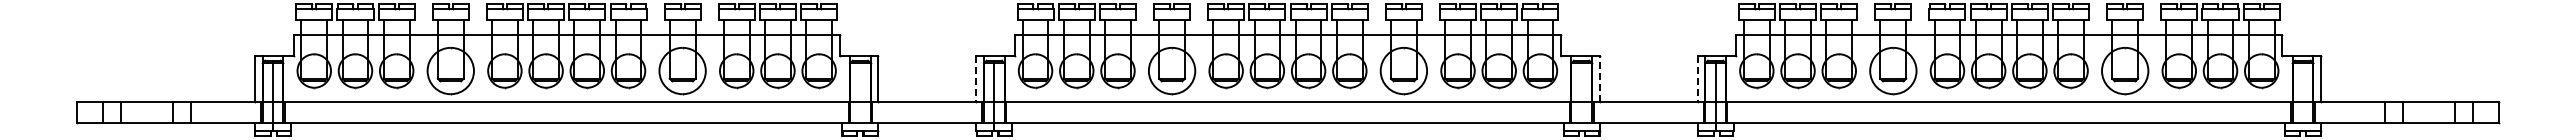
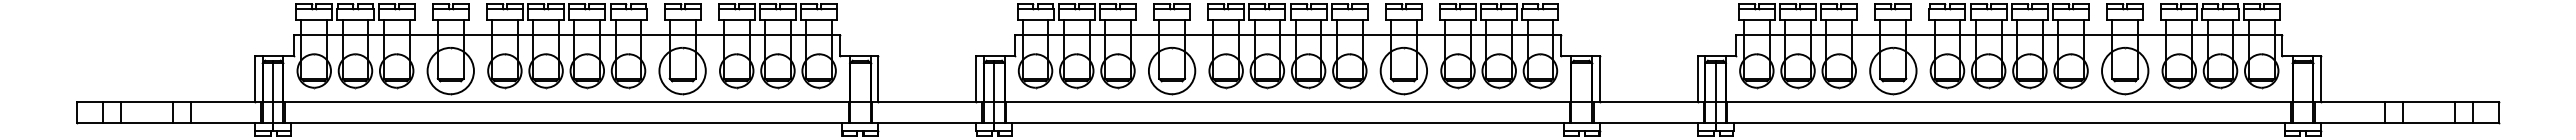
line at (1599, 78): dashed -> solid
line at (976, 79): dashed -> solid
line at (1697, 79): dashed -> solid
